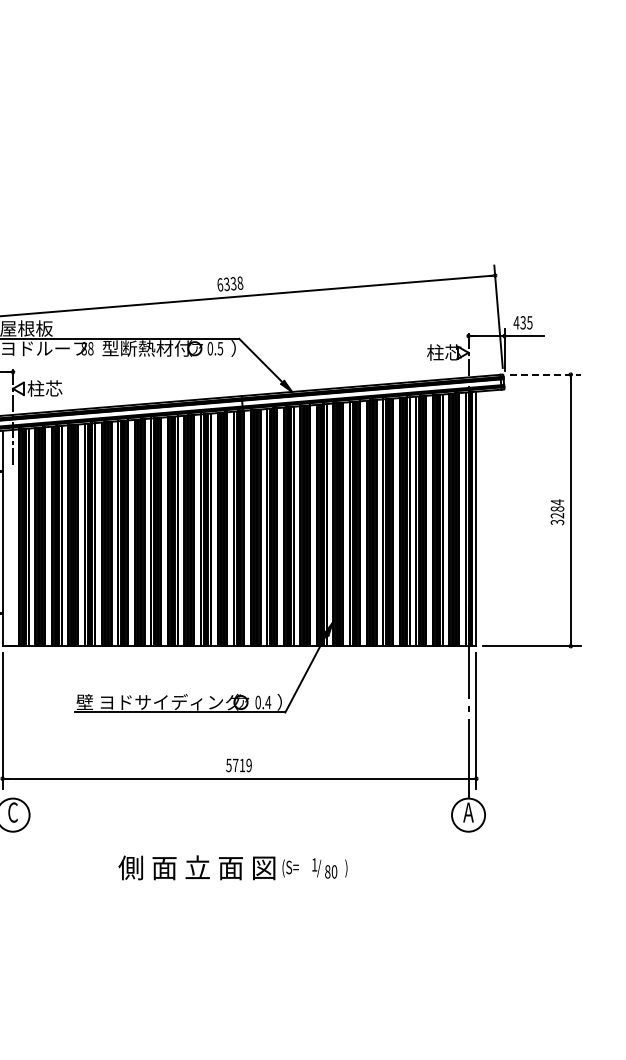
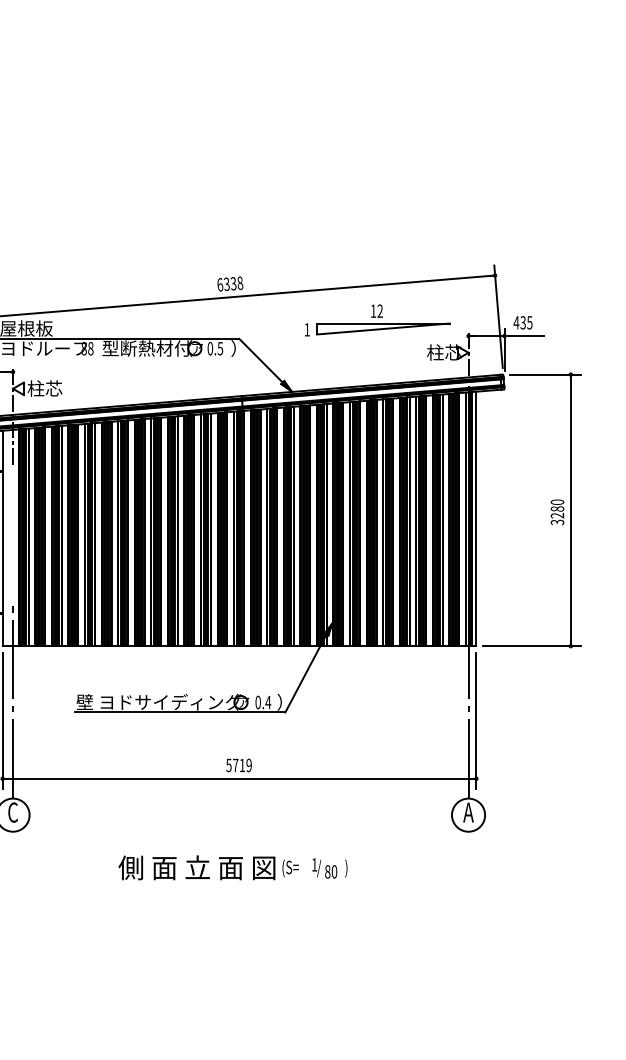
part at (377, 320): none -> present
line at (545, 374): dashed -> solid
text at (557, 502): 3284 -> 3280
line at (13, 701): none -> present
